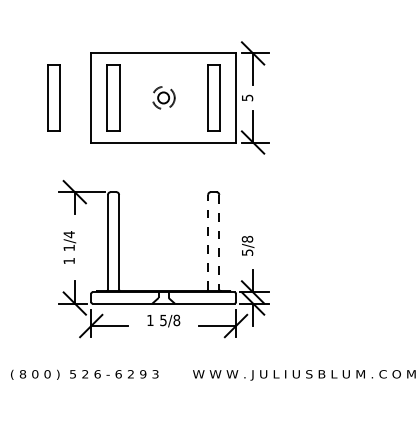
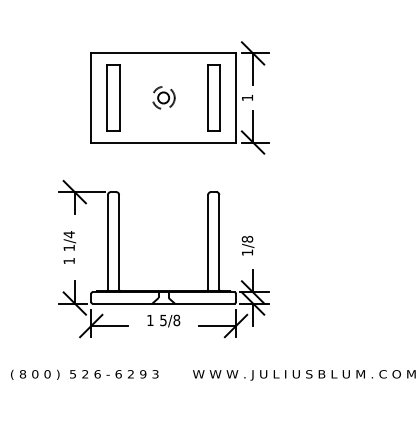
part at (53, 97): present -> none
text at (247, 97): 5 -> 1
line at (208, 241): dashed -> solid
line at (219, 242): dashed -> solid
text at (247, 252): 5/8 -> 1/8
